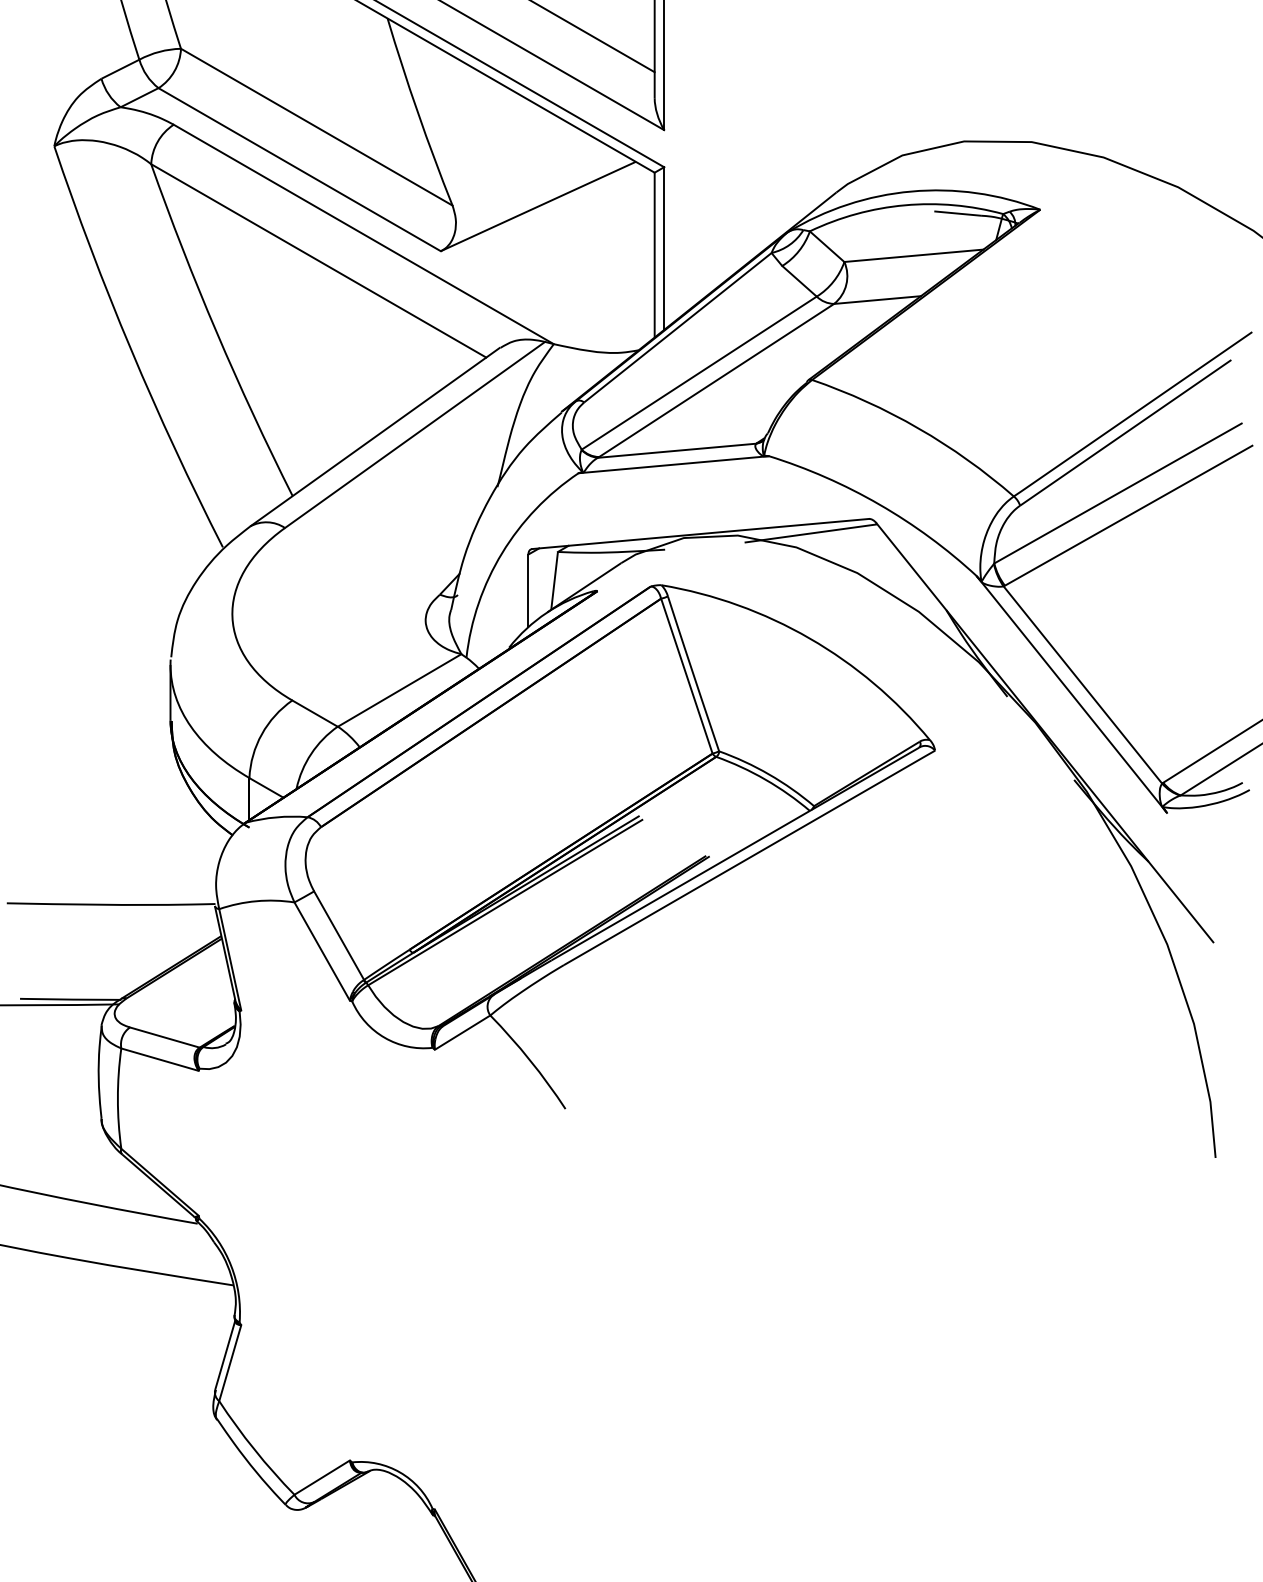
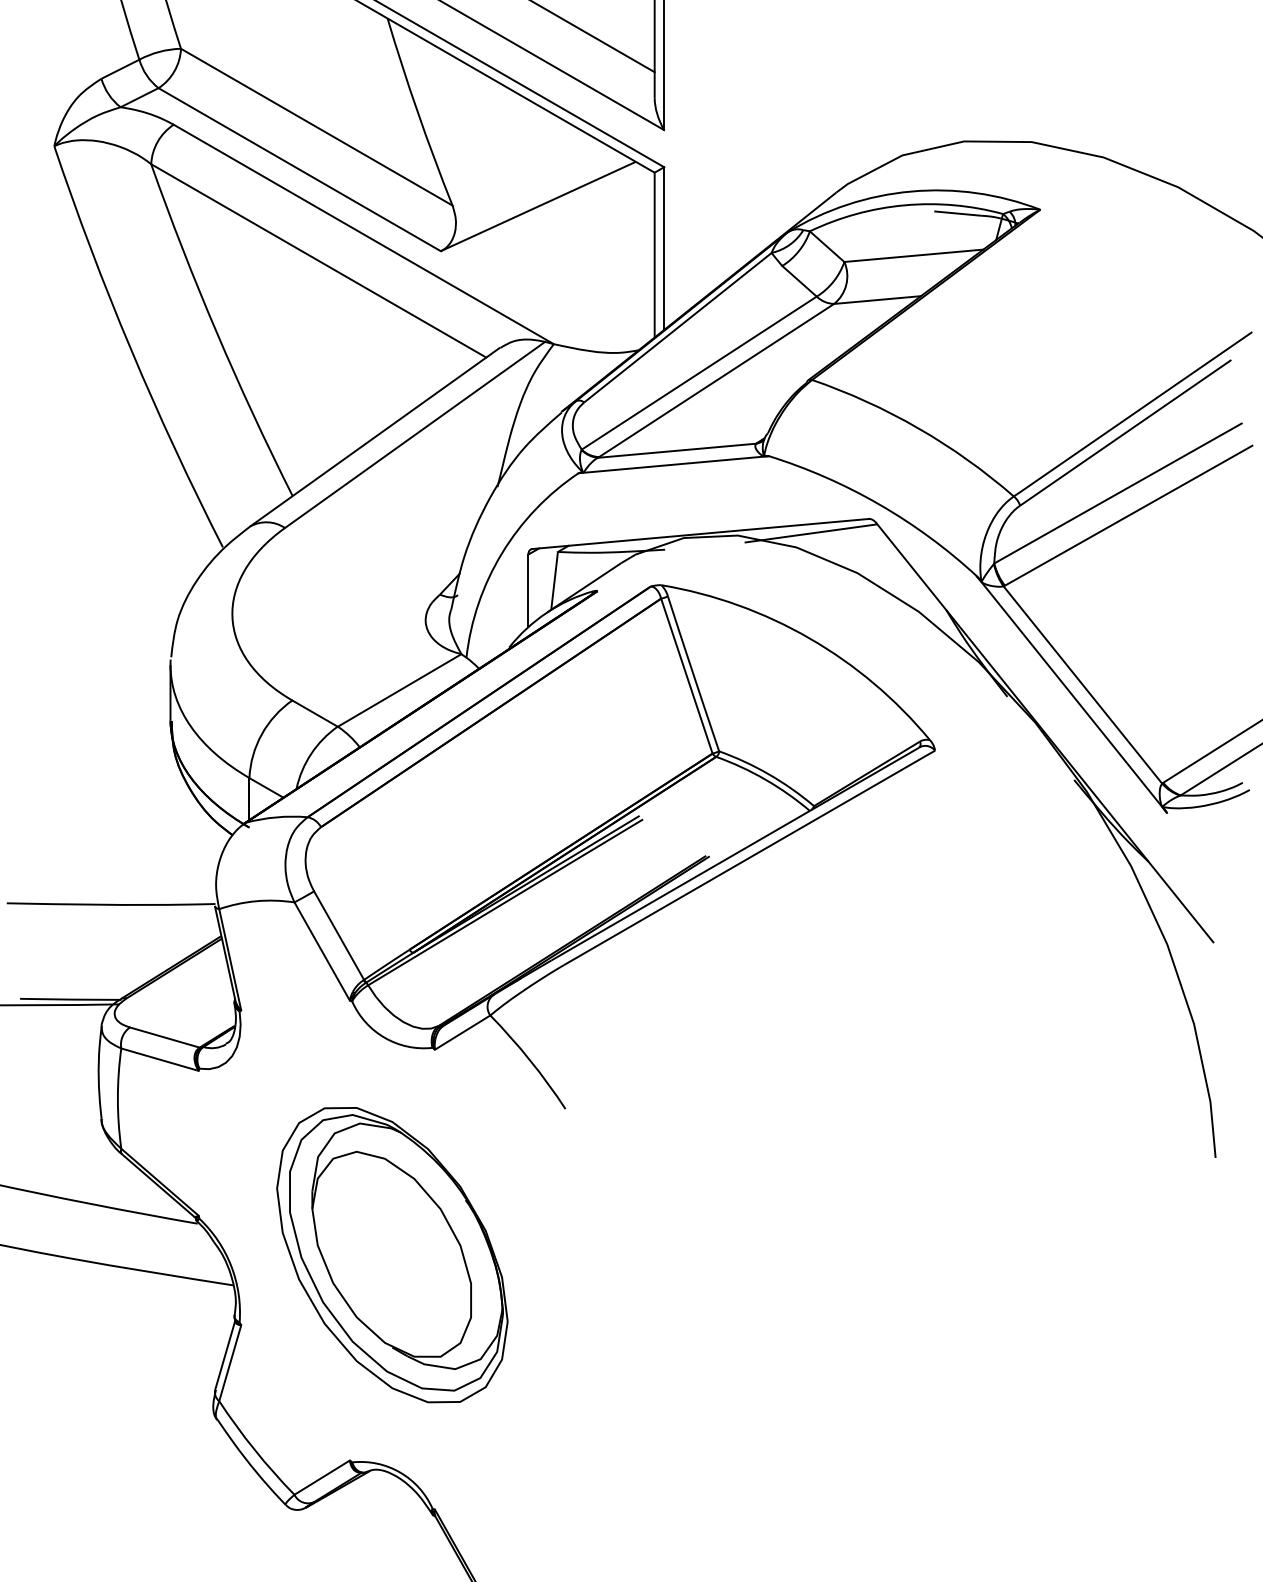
part at (392, 1255): none -> present
